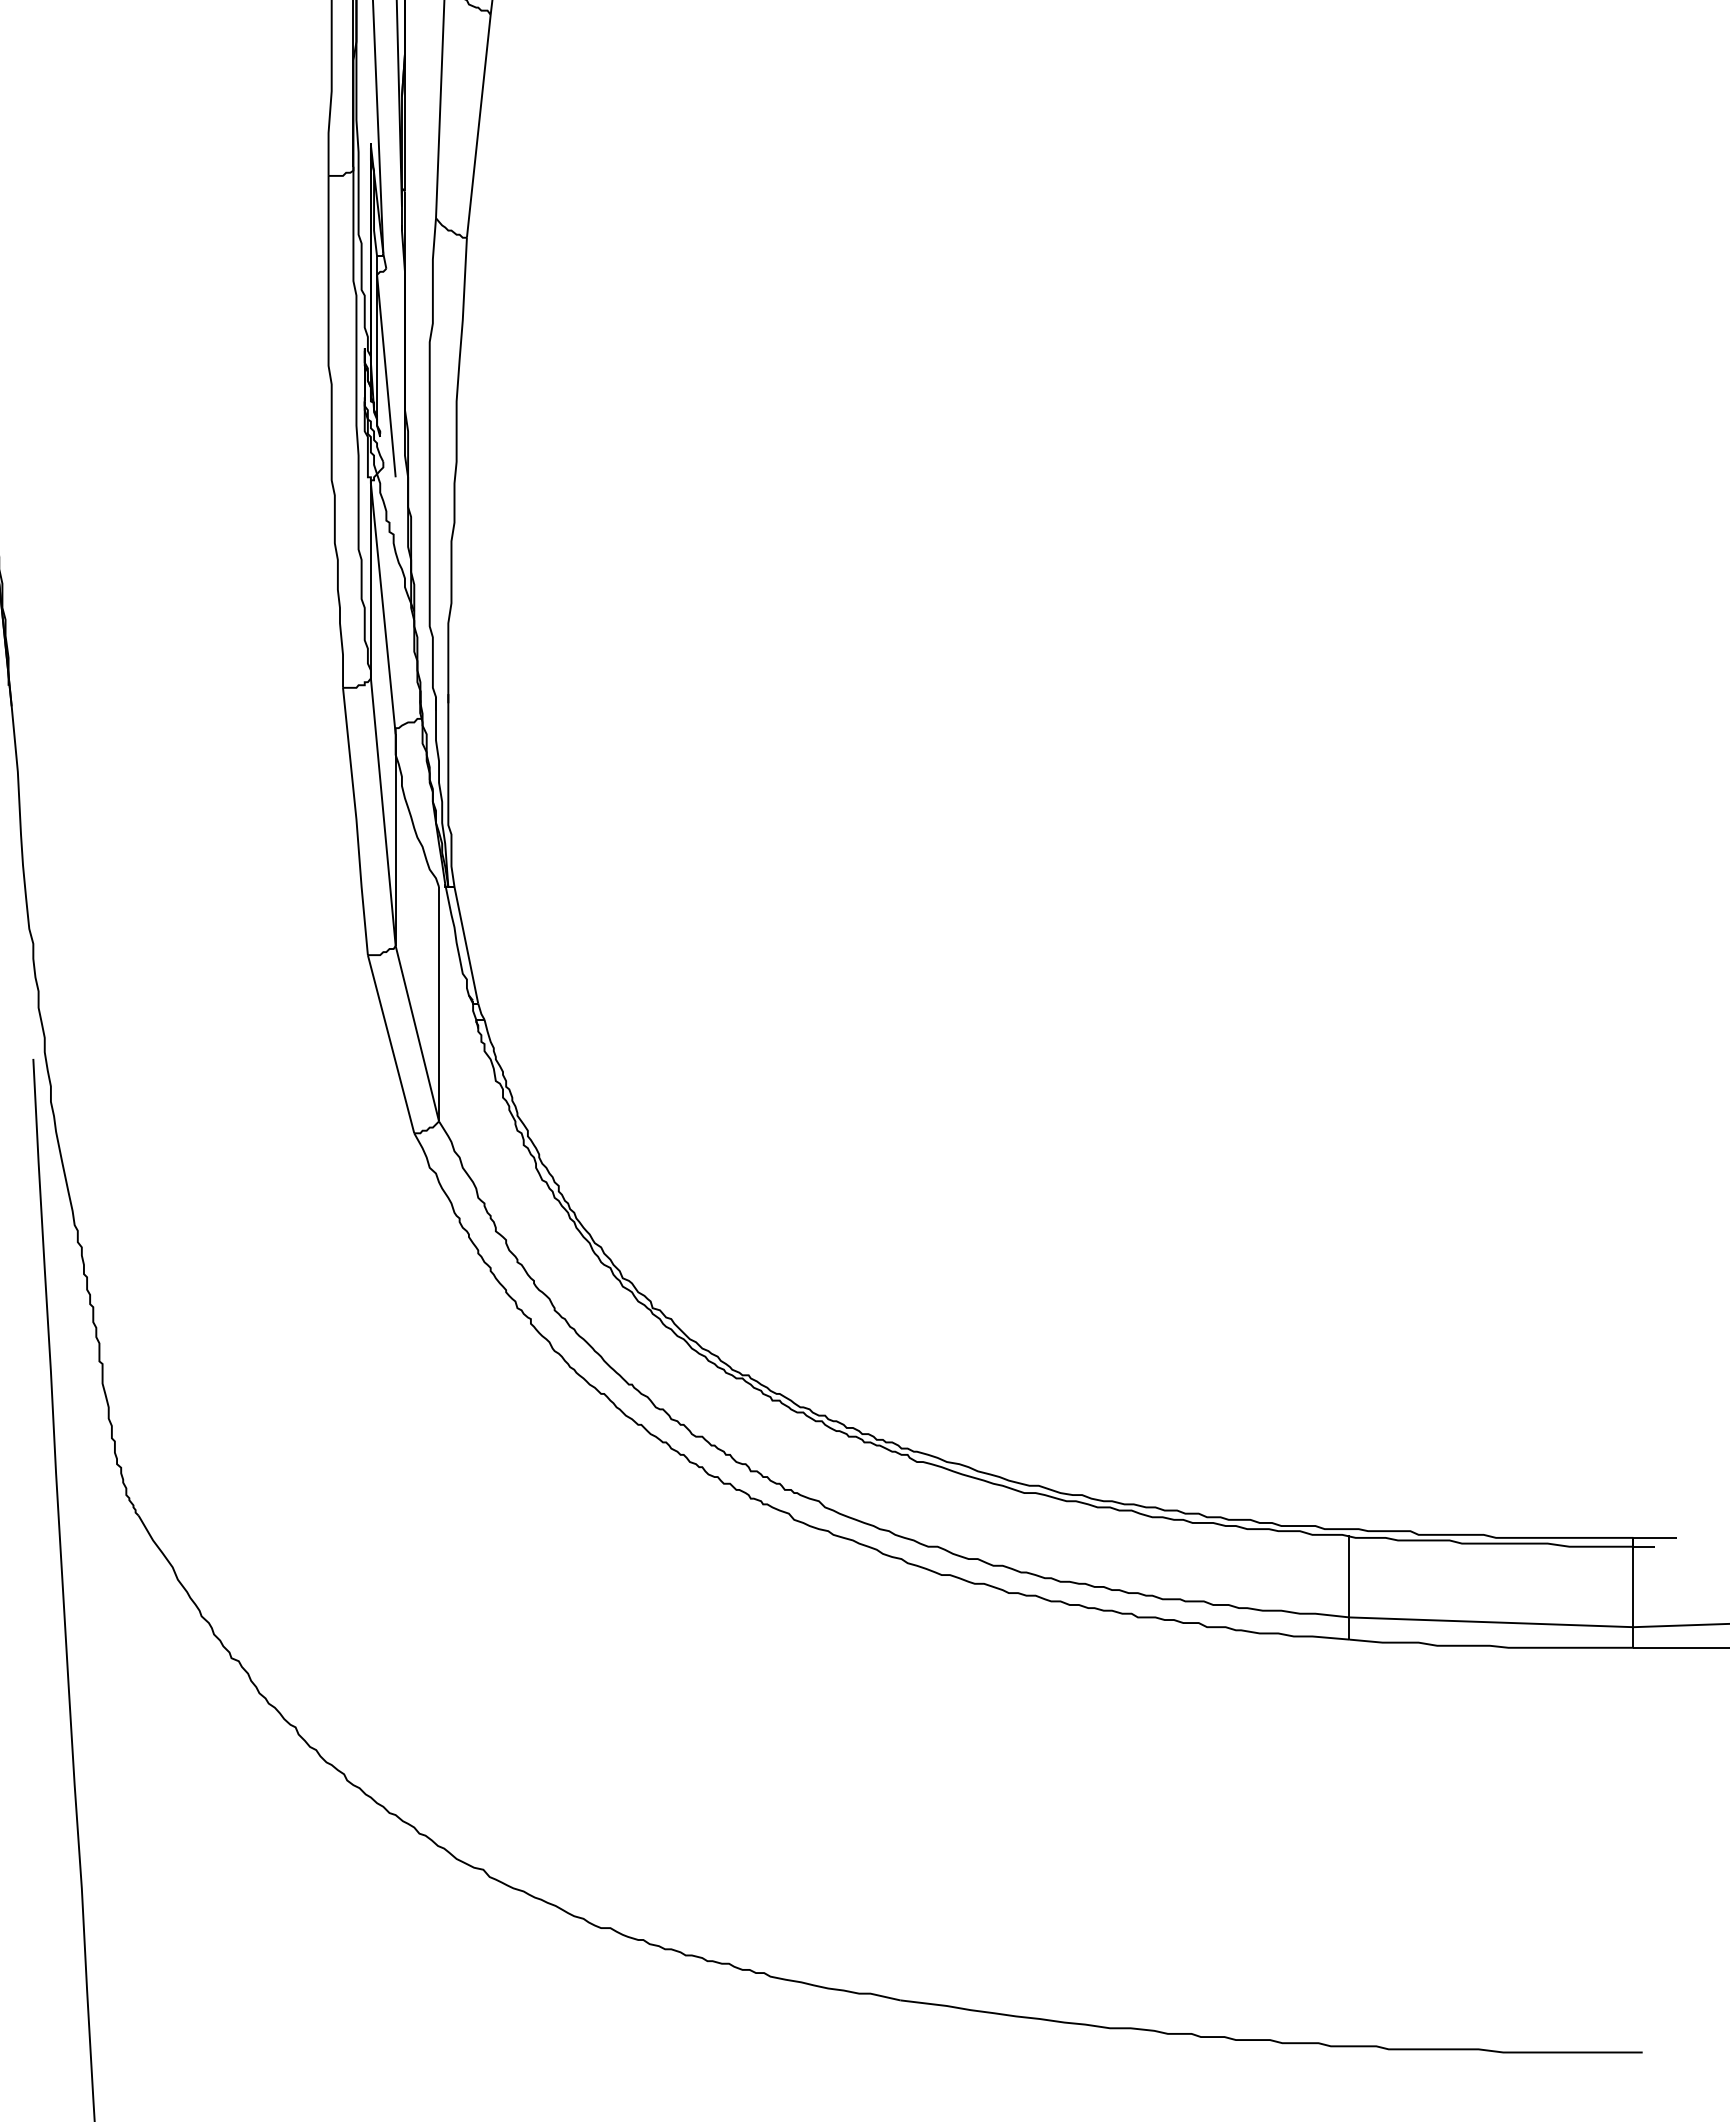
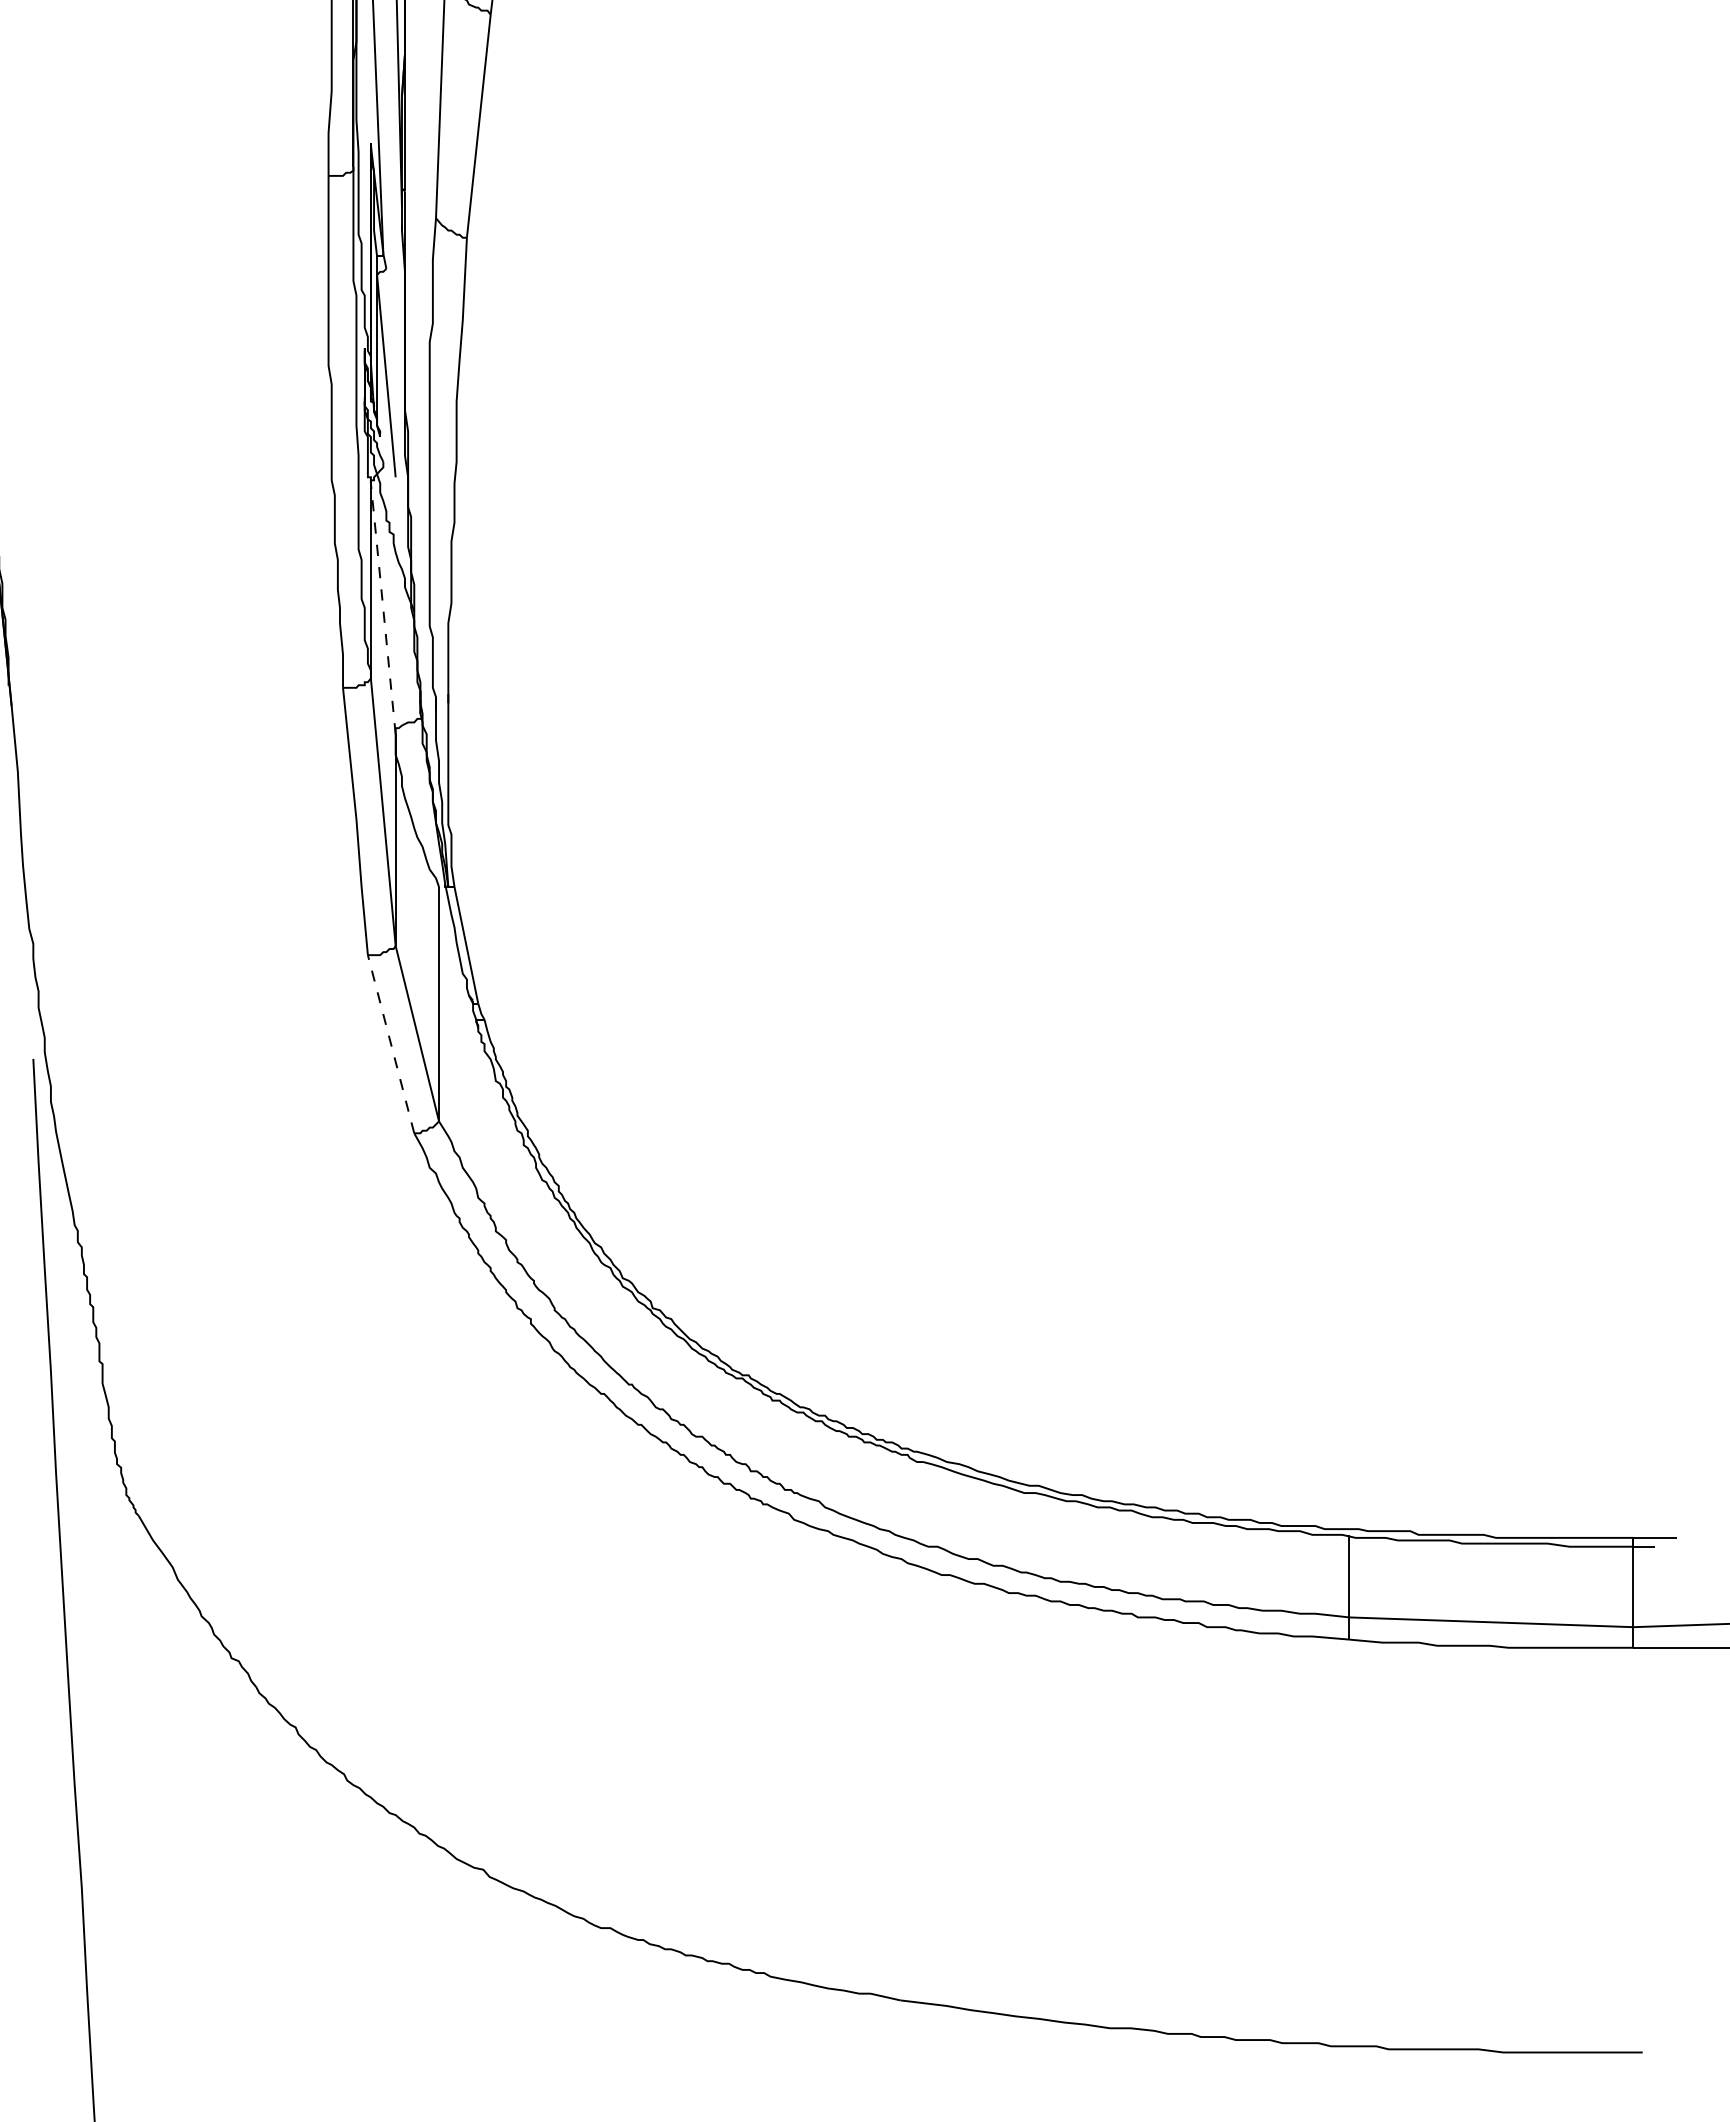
line at (383, 608): solid -> dashed
line at (390, 1043): solid -> dashed
